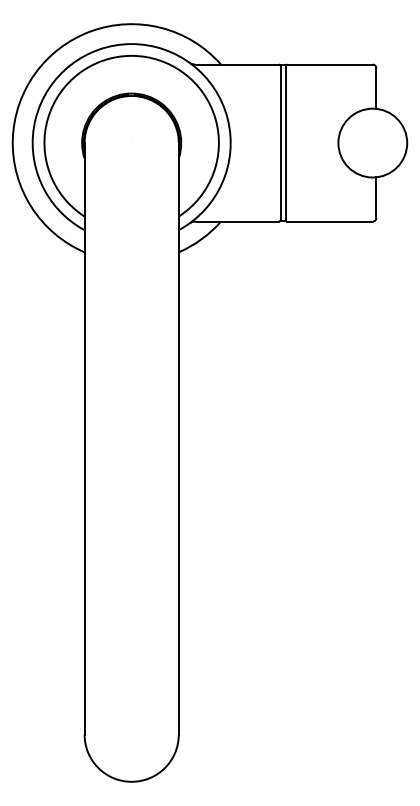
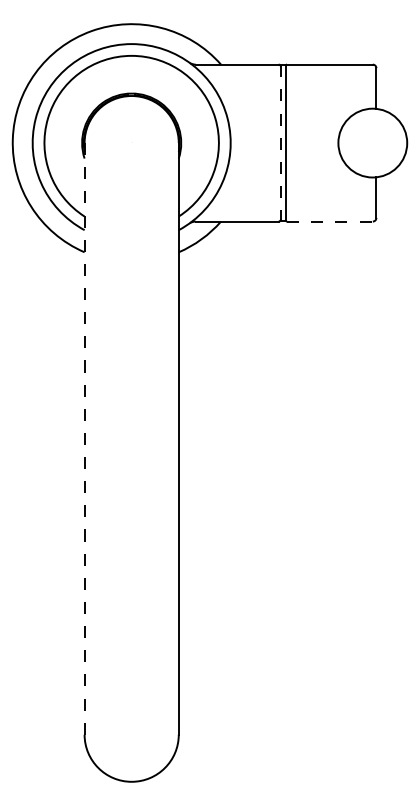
line at (281, 143): solid -> dashed
line at (329, 221): solid -> dashed
line at (84, 438): solid -> dashed
